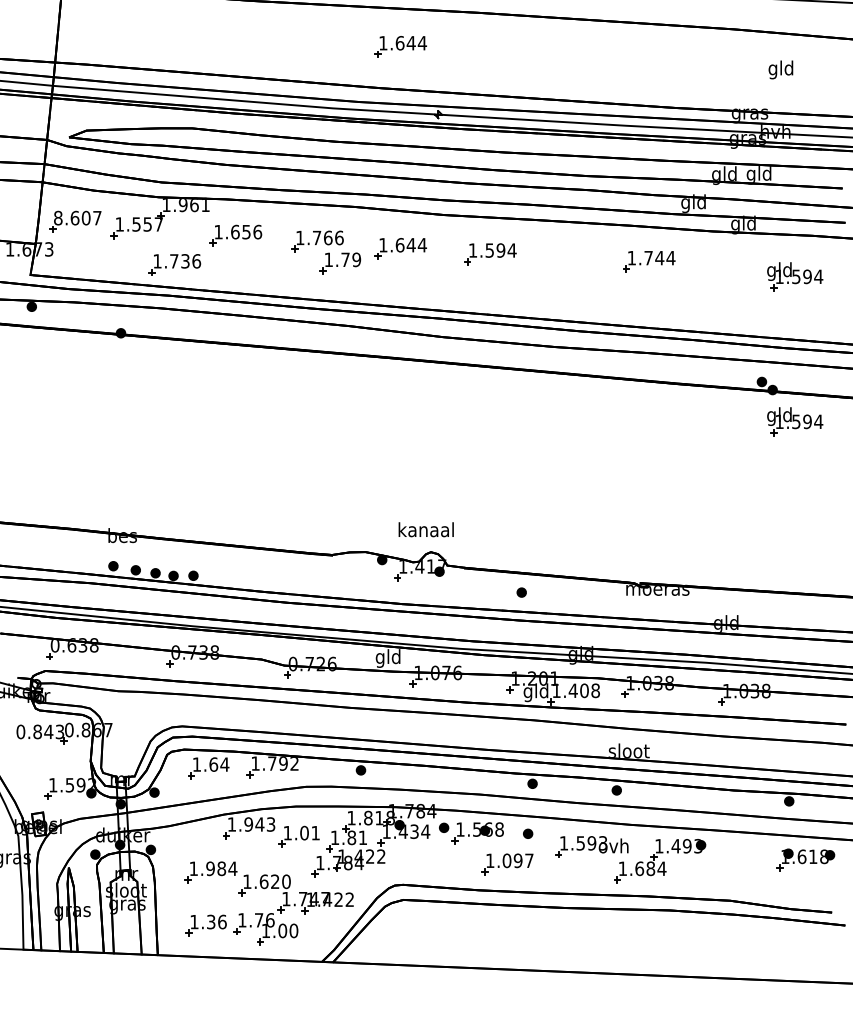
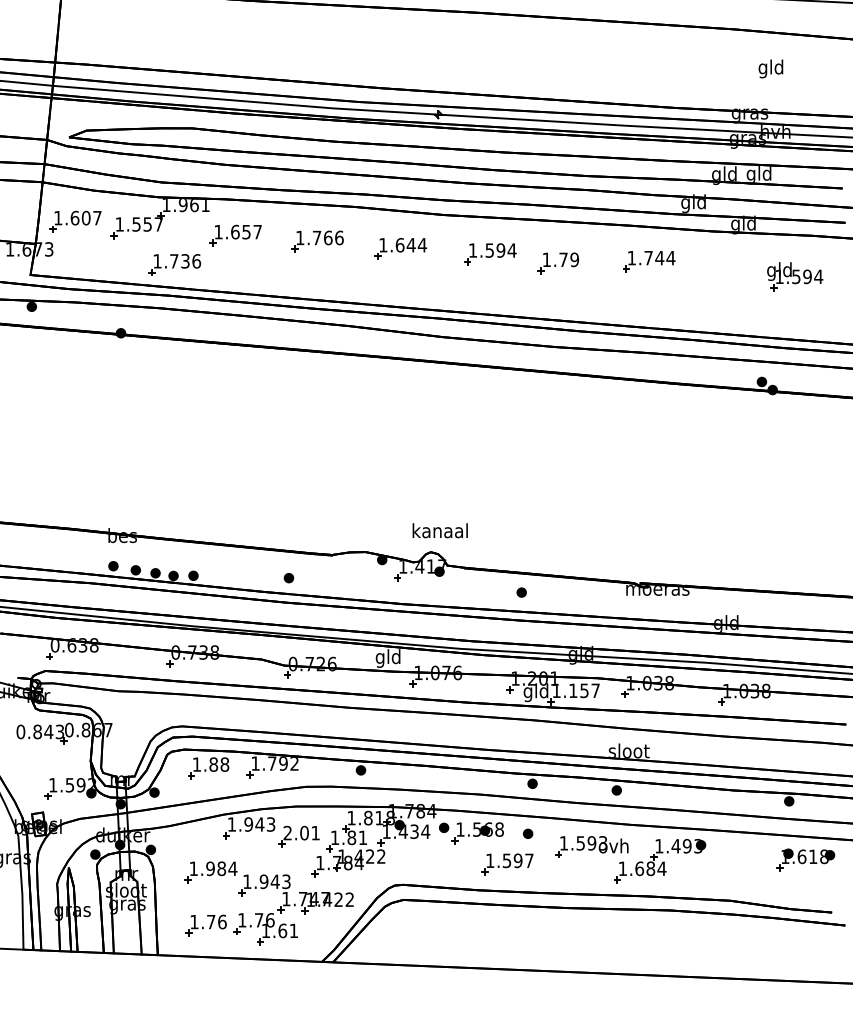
part at (400, 46): present -> none
text at (780, 69) position: (780, 69) -> (770, 68)
text at (58, 217): 8.607 -> 1.607
text at (257, 231): 1.656 -> 1.657
part at (340, 263) position: (340, 263) -> (558, 263)
part at (795, 421): present -> none
text at (425, 529) position: (425, 529) -> (439, 530)
part at (288, 578): none -> present
text at (583, 690): 1.408 -> 1.157
text at (219, 764): 1.64 -> 1.88
text at (287, 832): 1.01 -> 2.01
text at (506, 860): 1.097 -> 1.597
text at (274, 881): 1.620 -> 1.943
text at (211, 921): 1.36 -> 1.76
text at (288, 930): 1.00 -> 1.61
